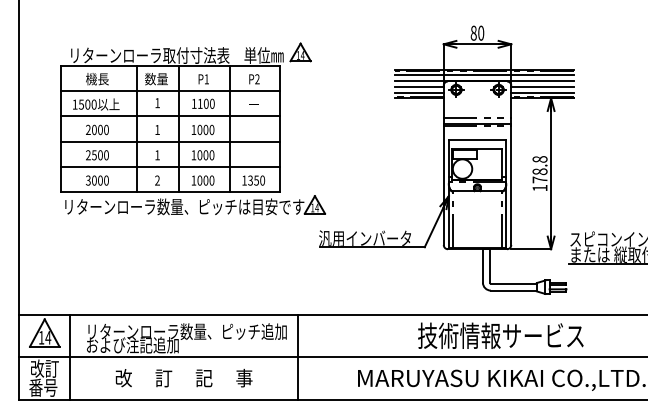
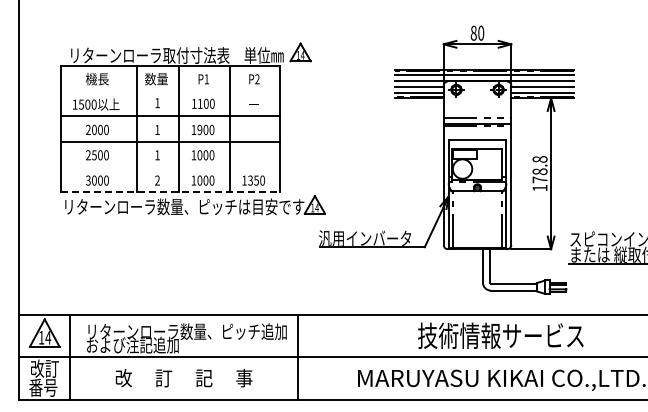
line at (170, 91): present -> none
text at (199, 129): 1000 -> 1900
line at (170, 167): present -> none
line at (170, 192): solid -> dashed
